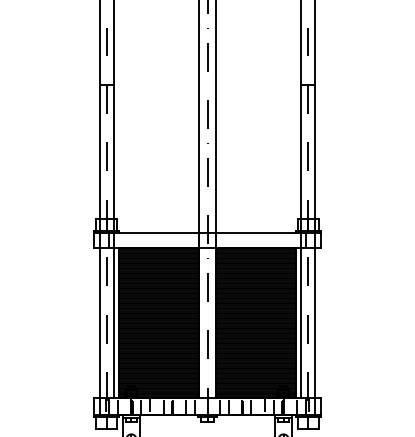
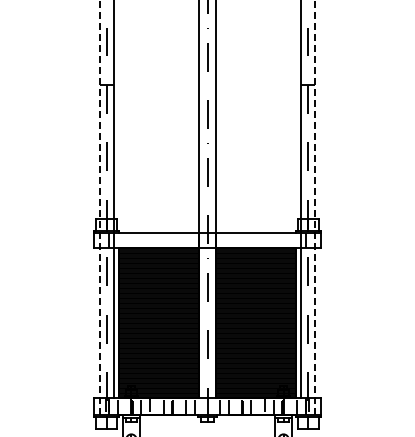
line at (99, 206): solid -> dashed
line at (315, 206): solid -> dashed
